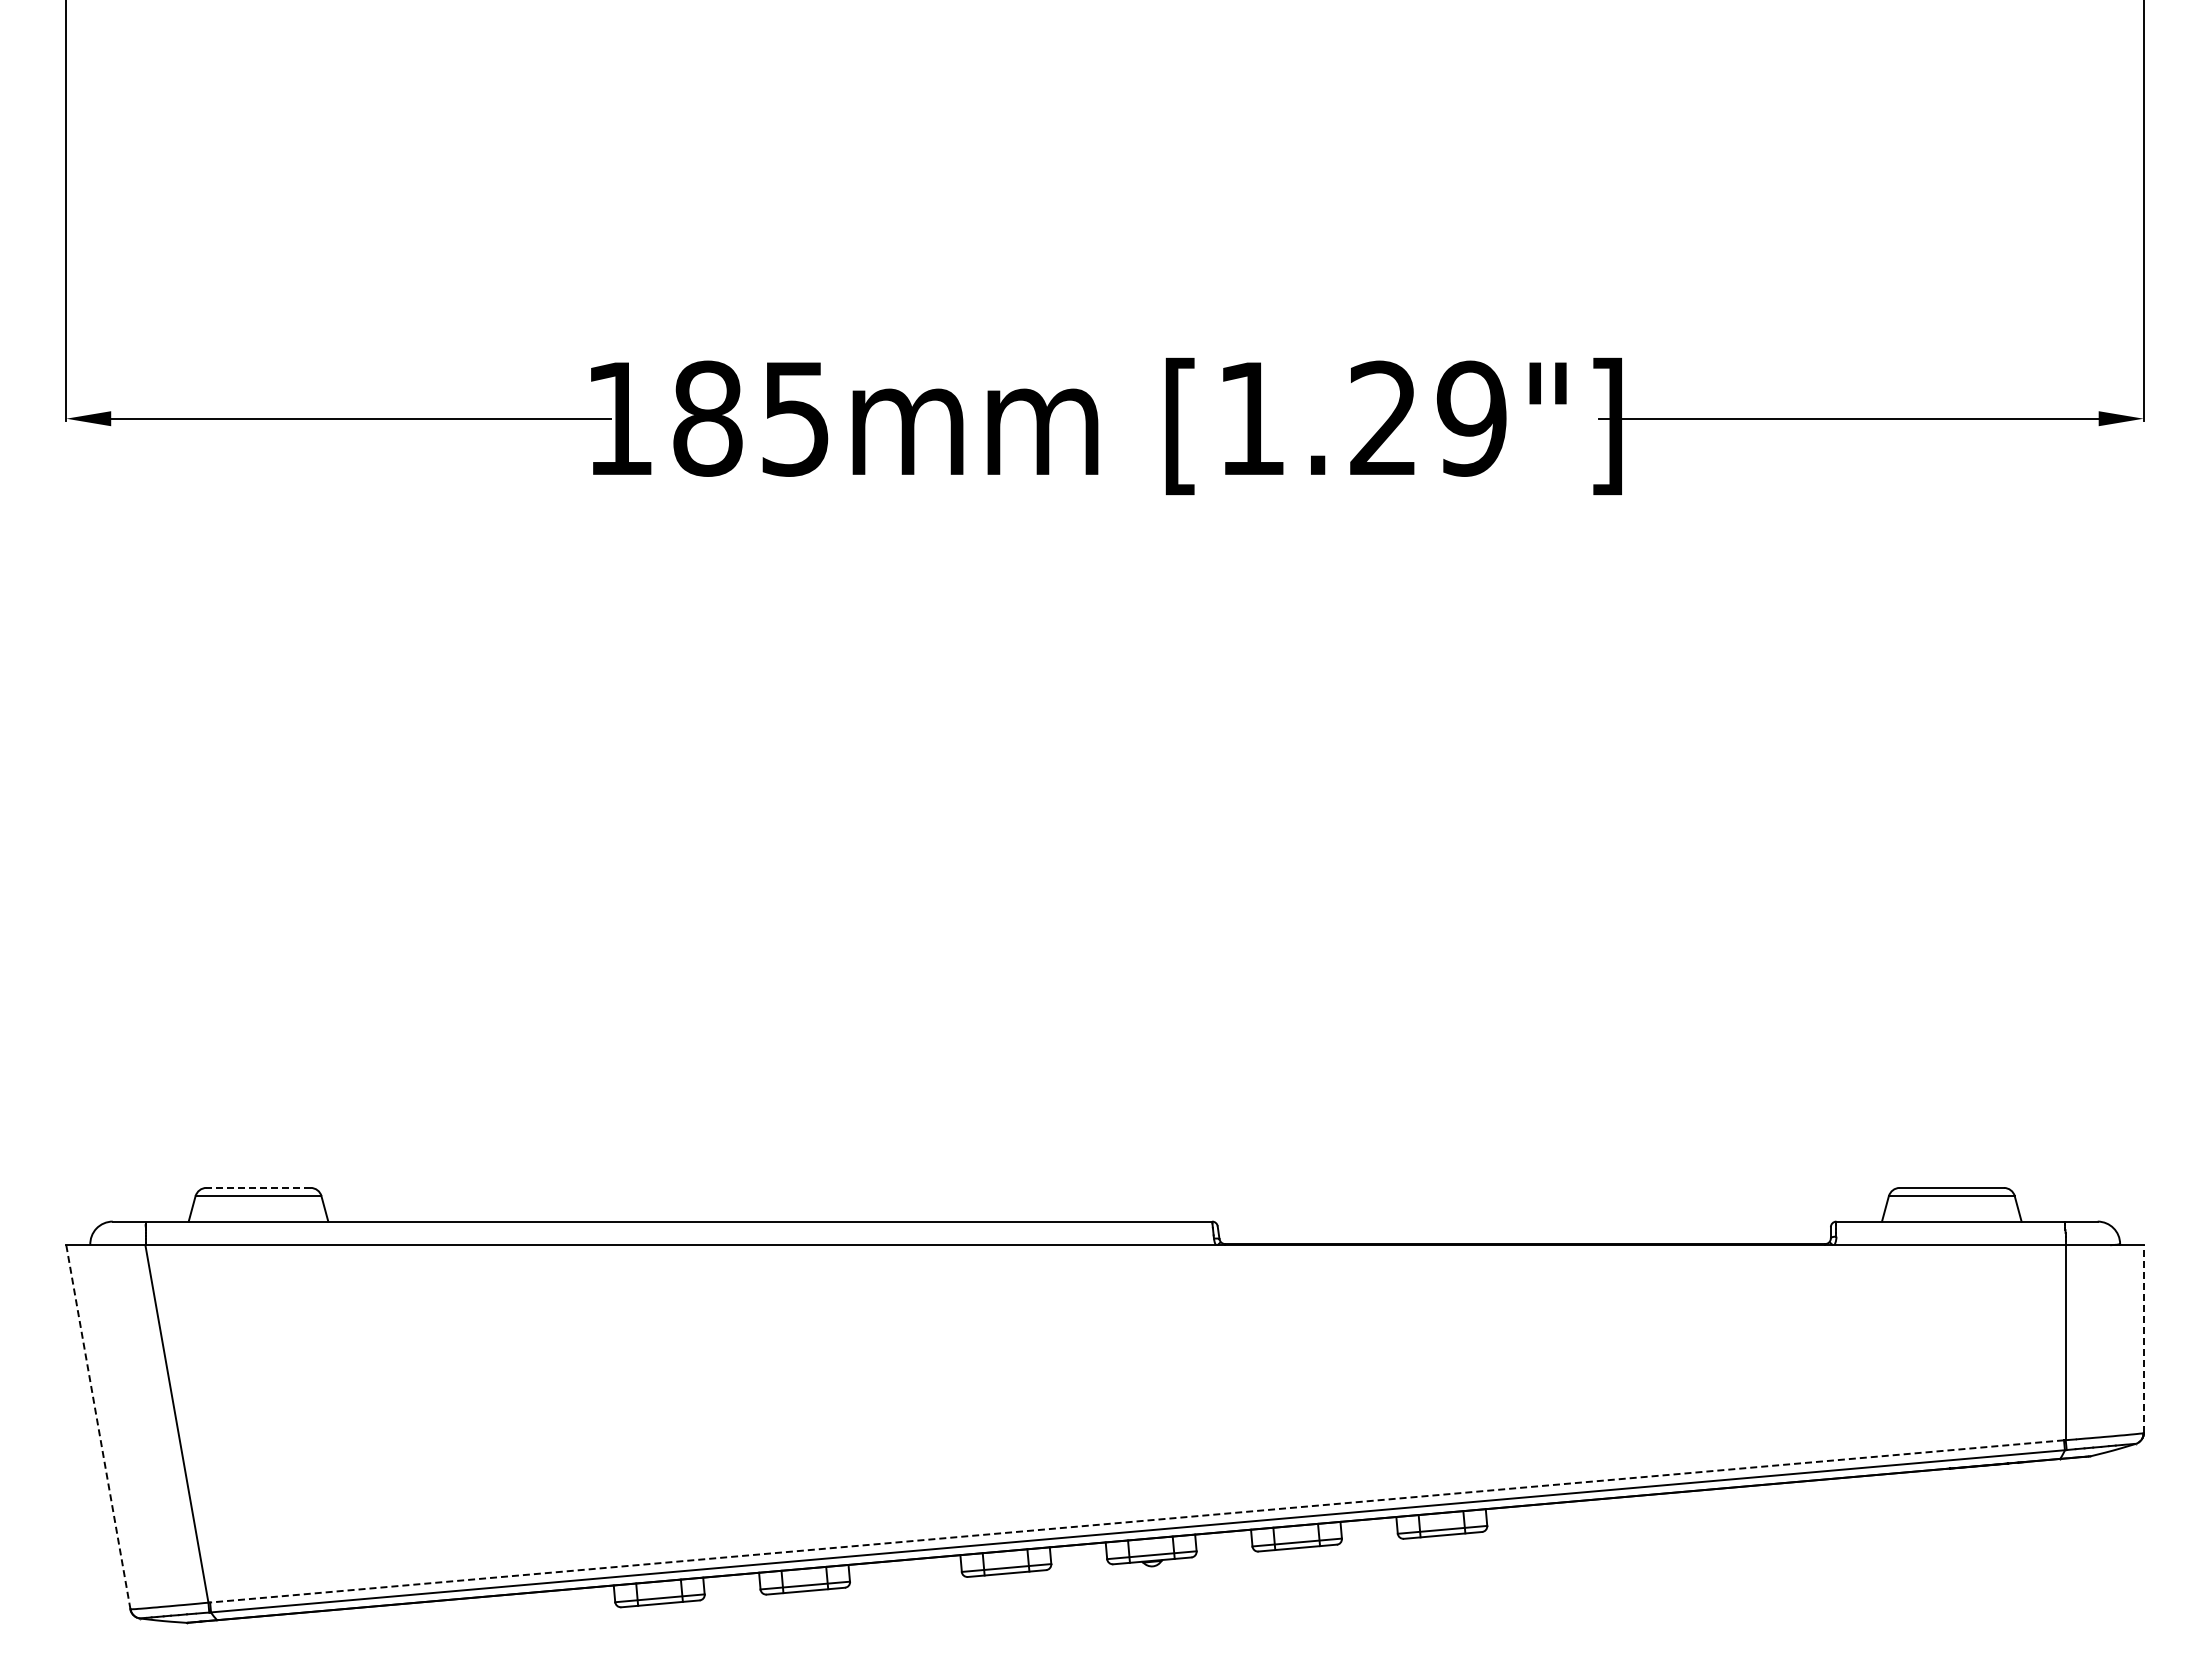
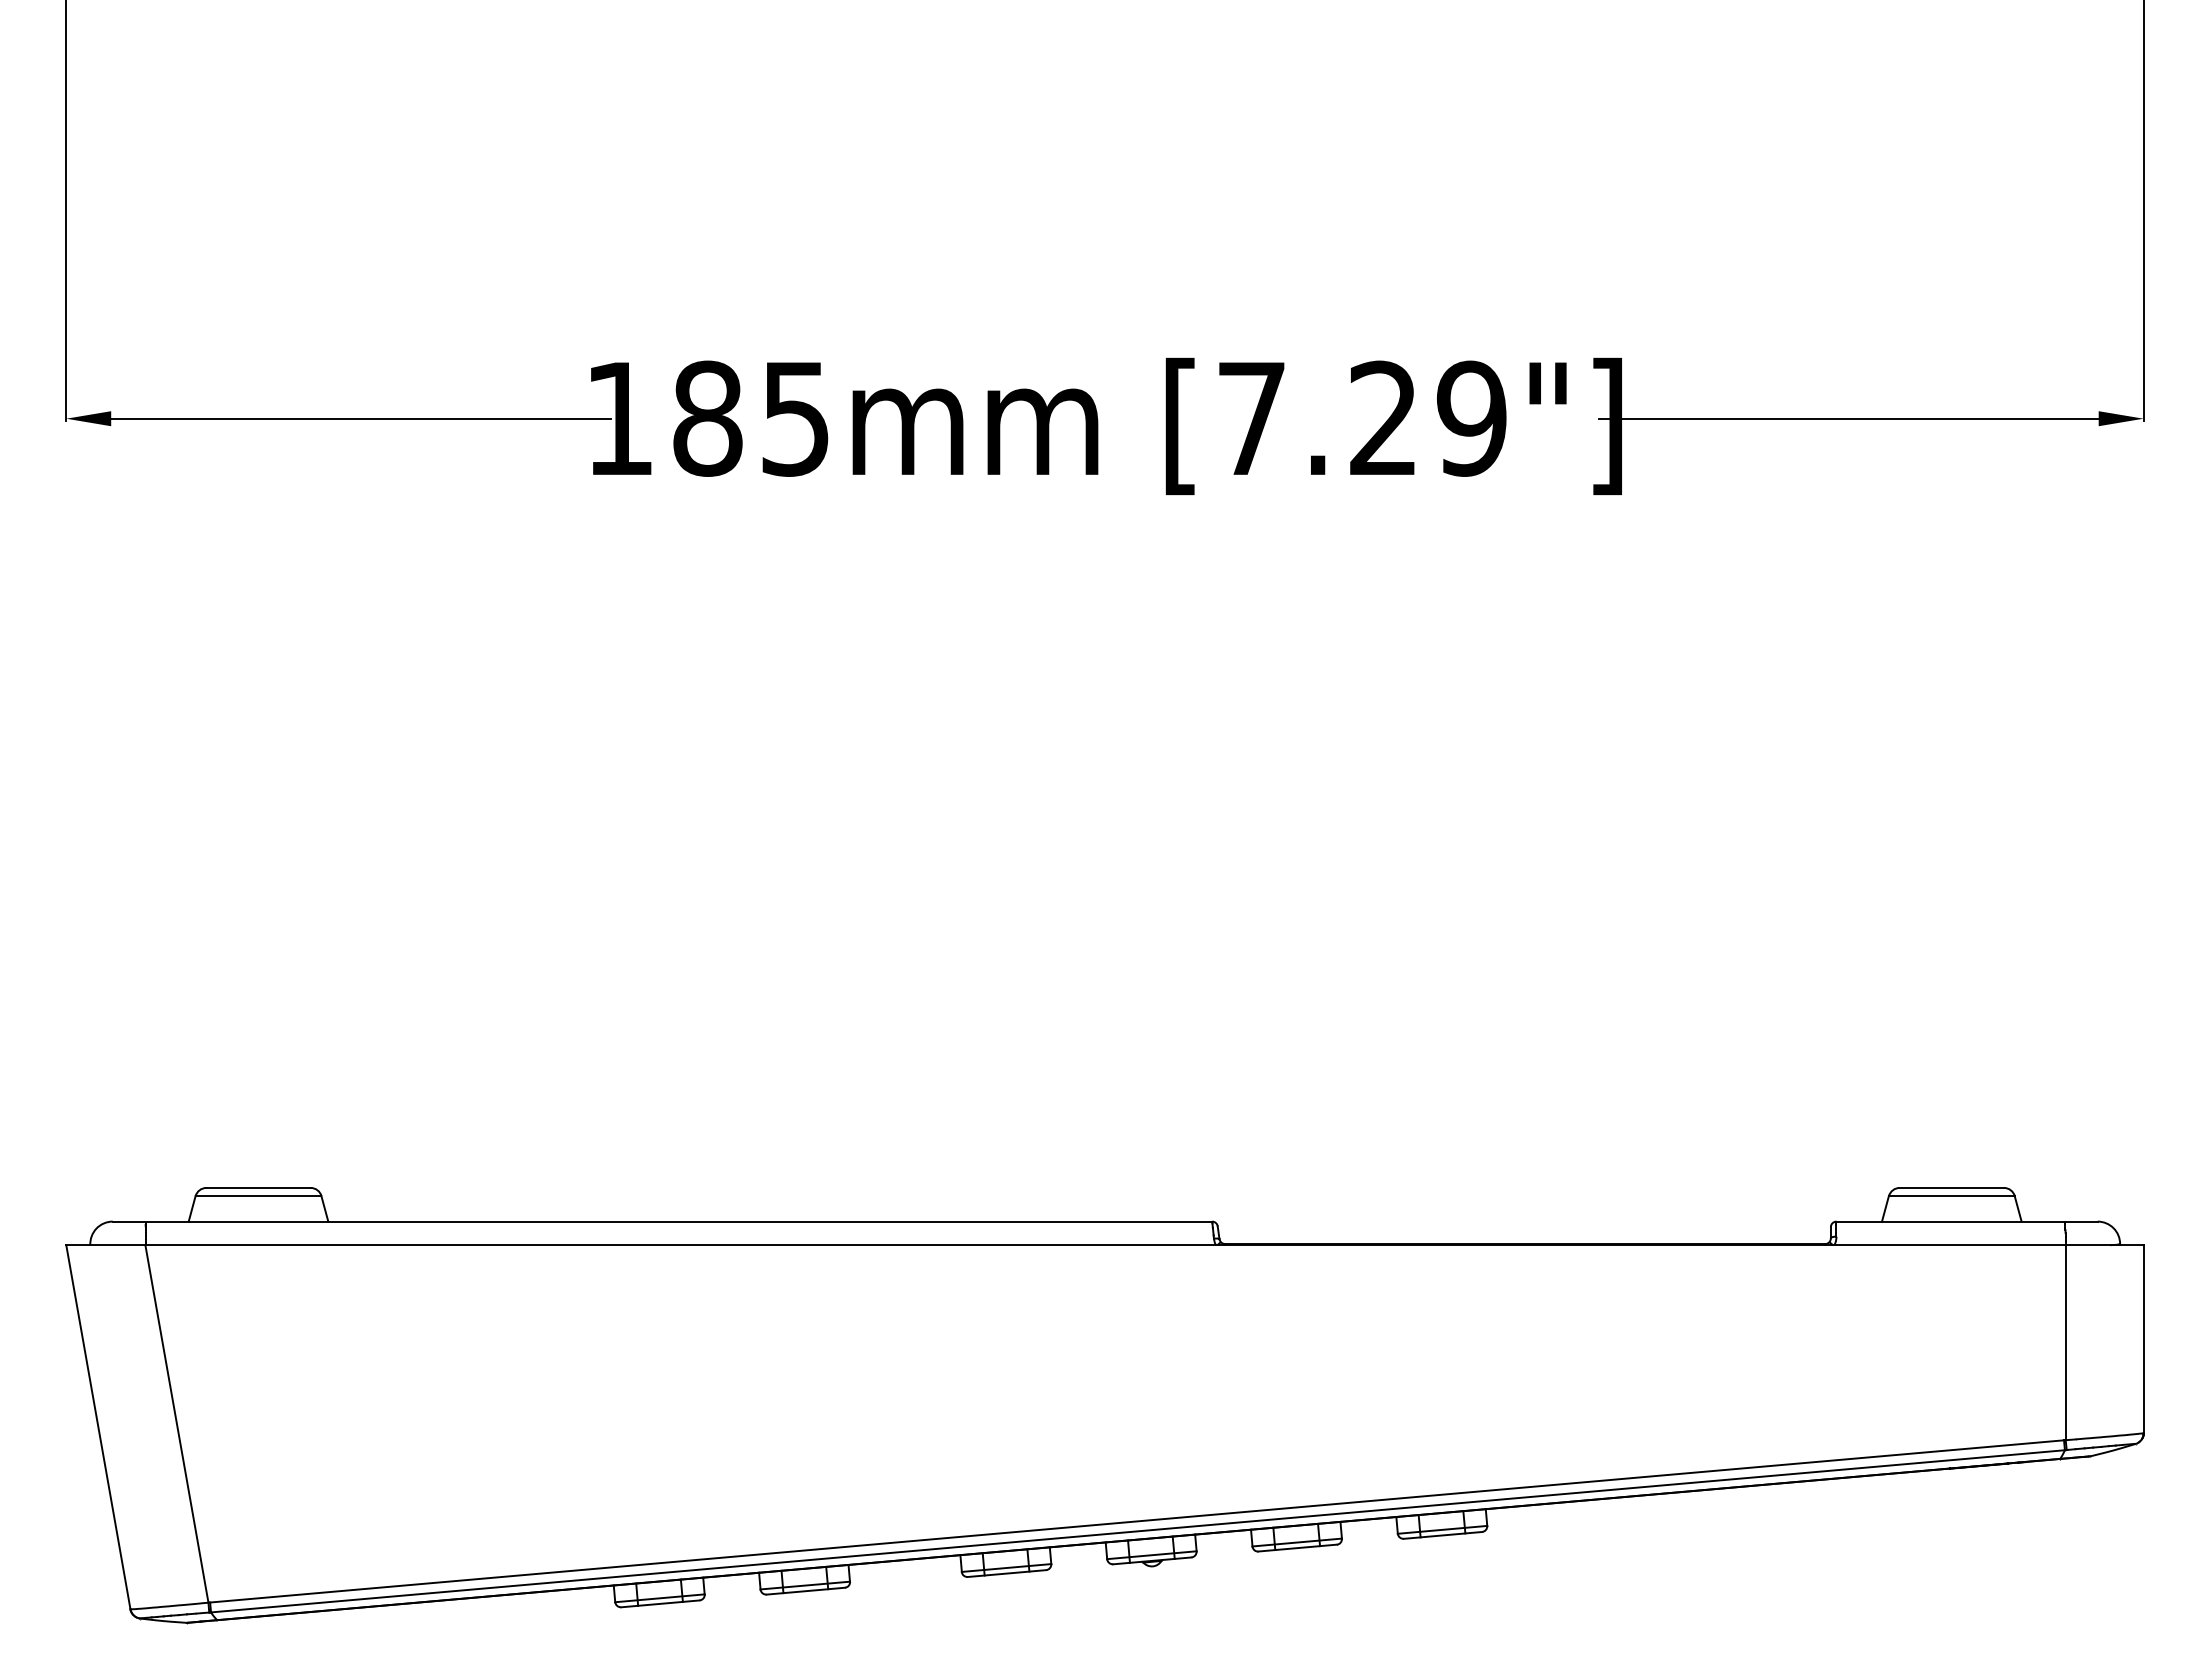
text at (1251, 418): [1.29"] -> [7.29"]
line at (258, 1187): dashed -> solid
line at (2143, 1339): dashed -> solid
line at (98, 1427): dashed -> solid
line at (1136, 1521): dashed -> solid
